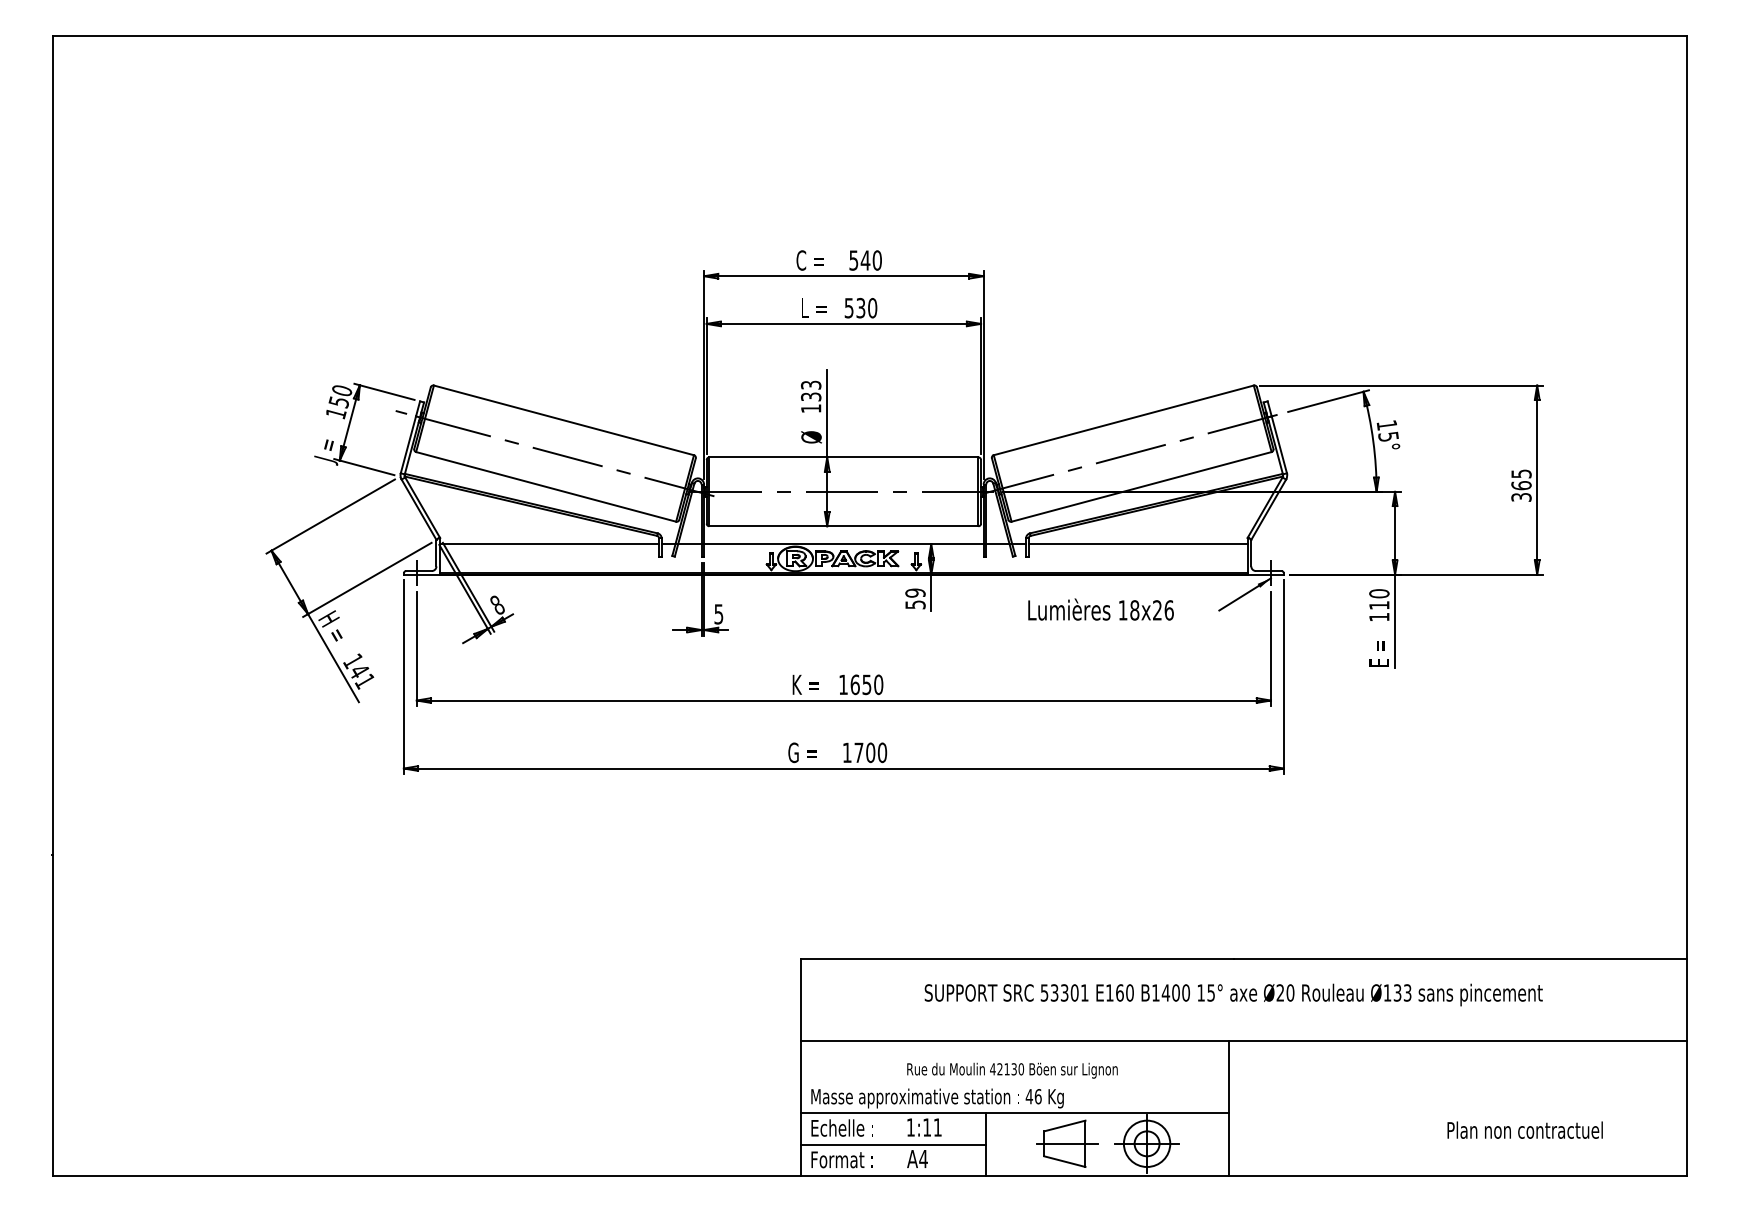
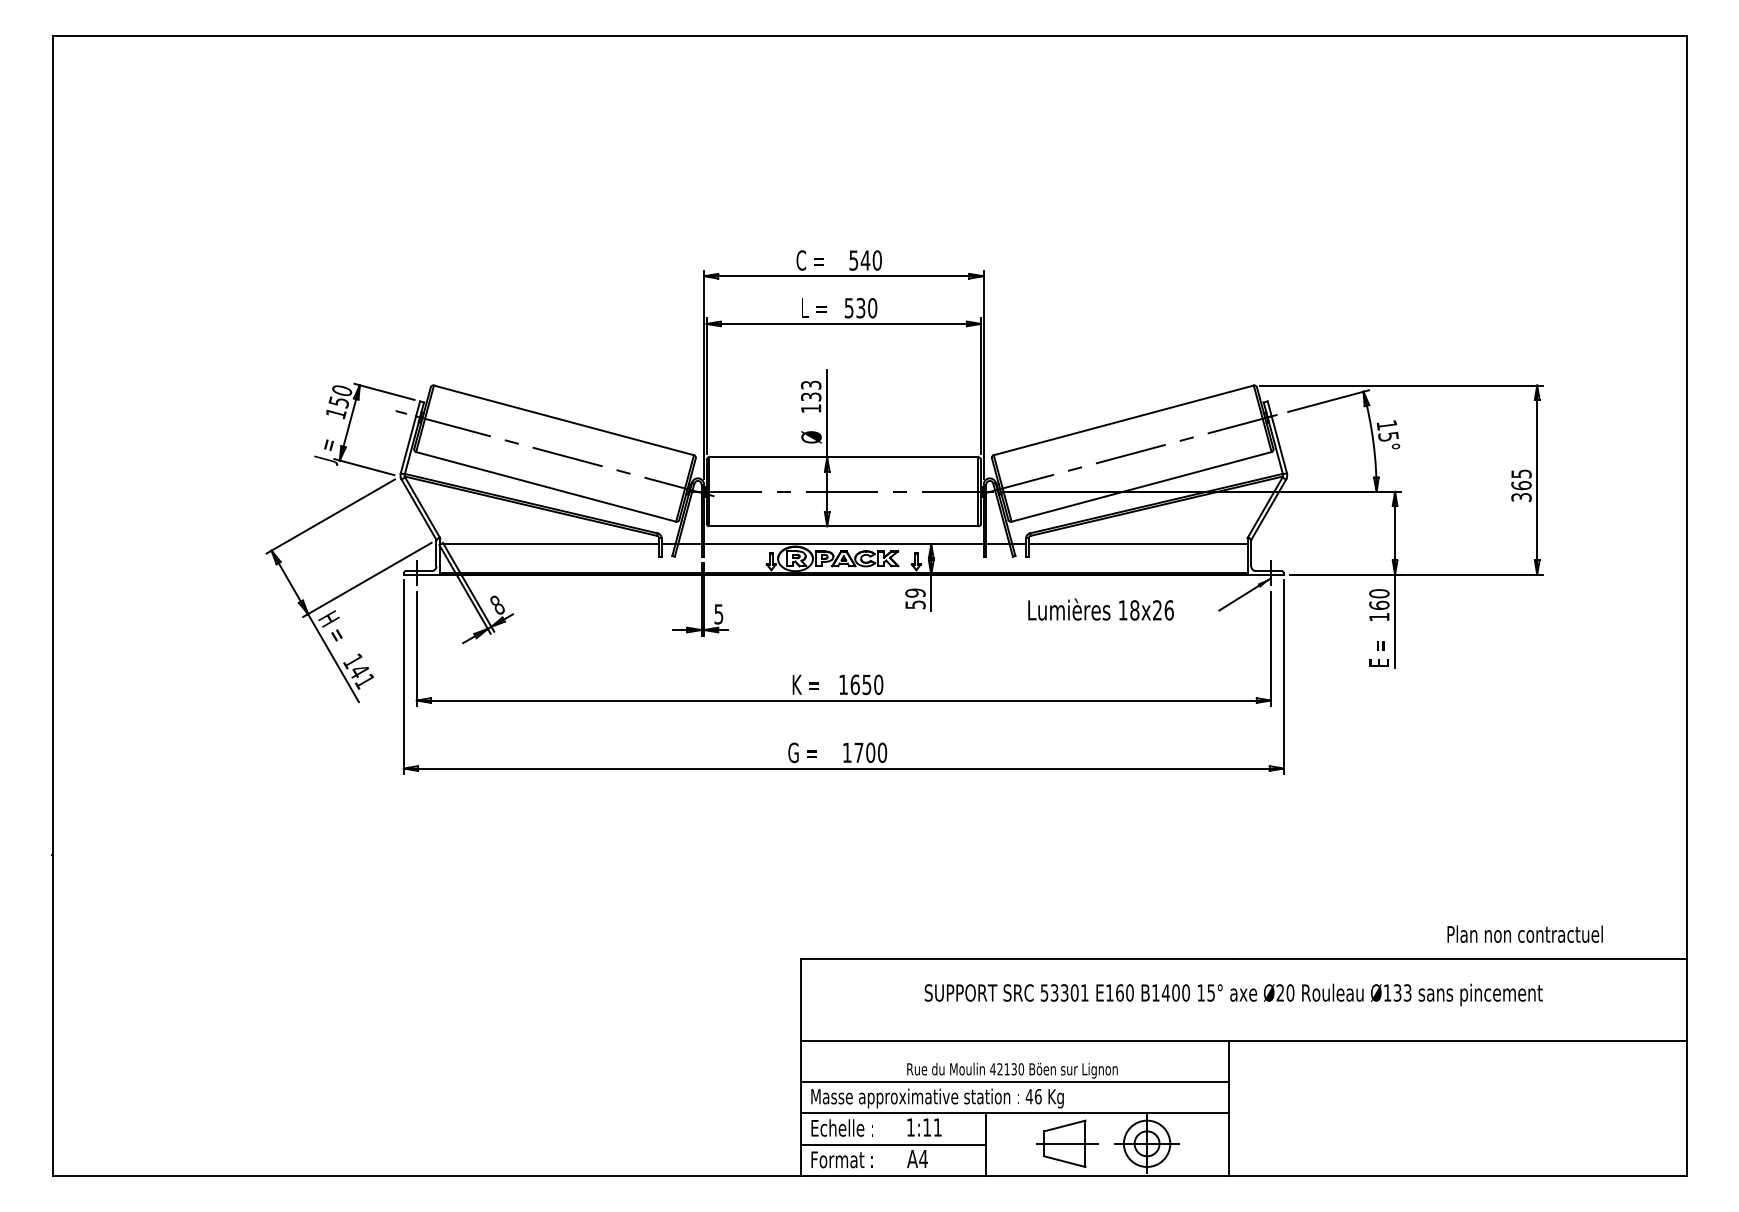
text at (1379, 604): 110 -> 160
line at (1014, 1081): none -> present
text at (1524, 1129) position: (1524, 1129) -> (1524, 933)
